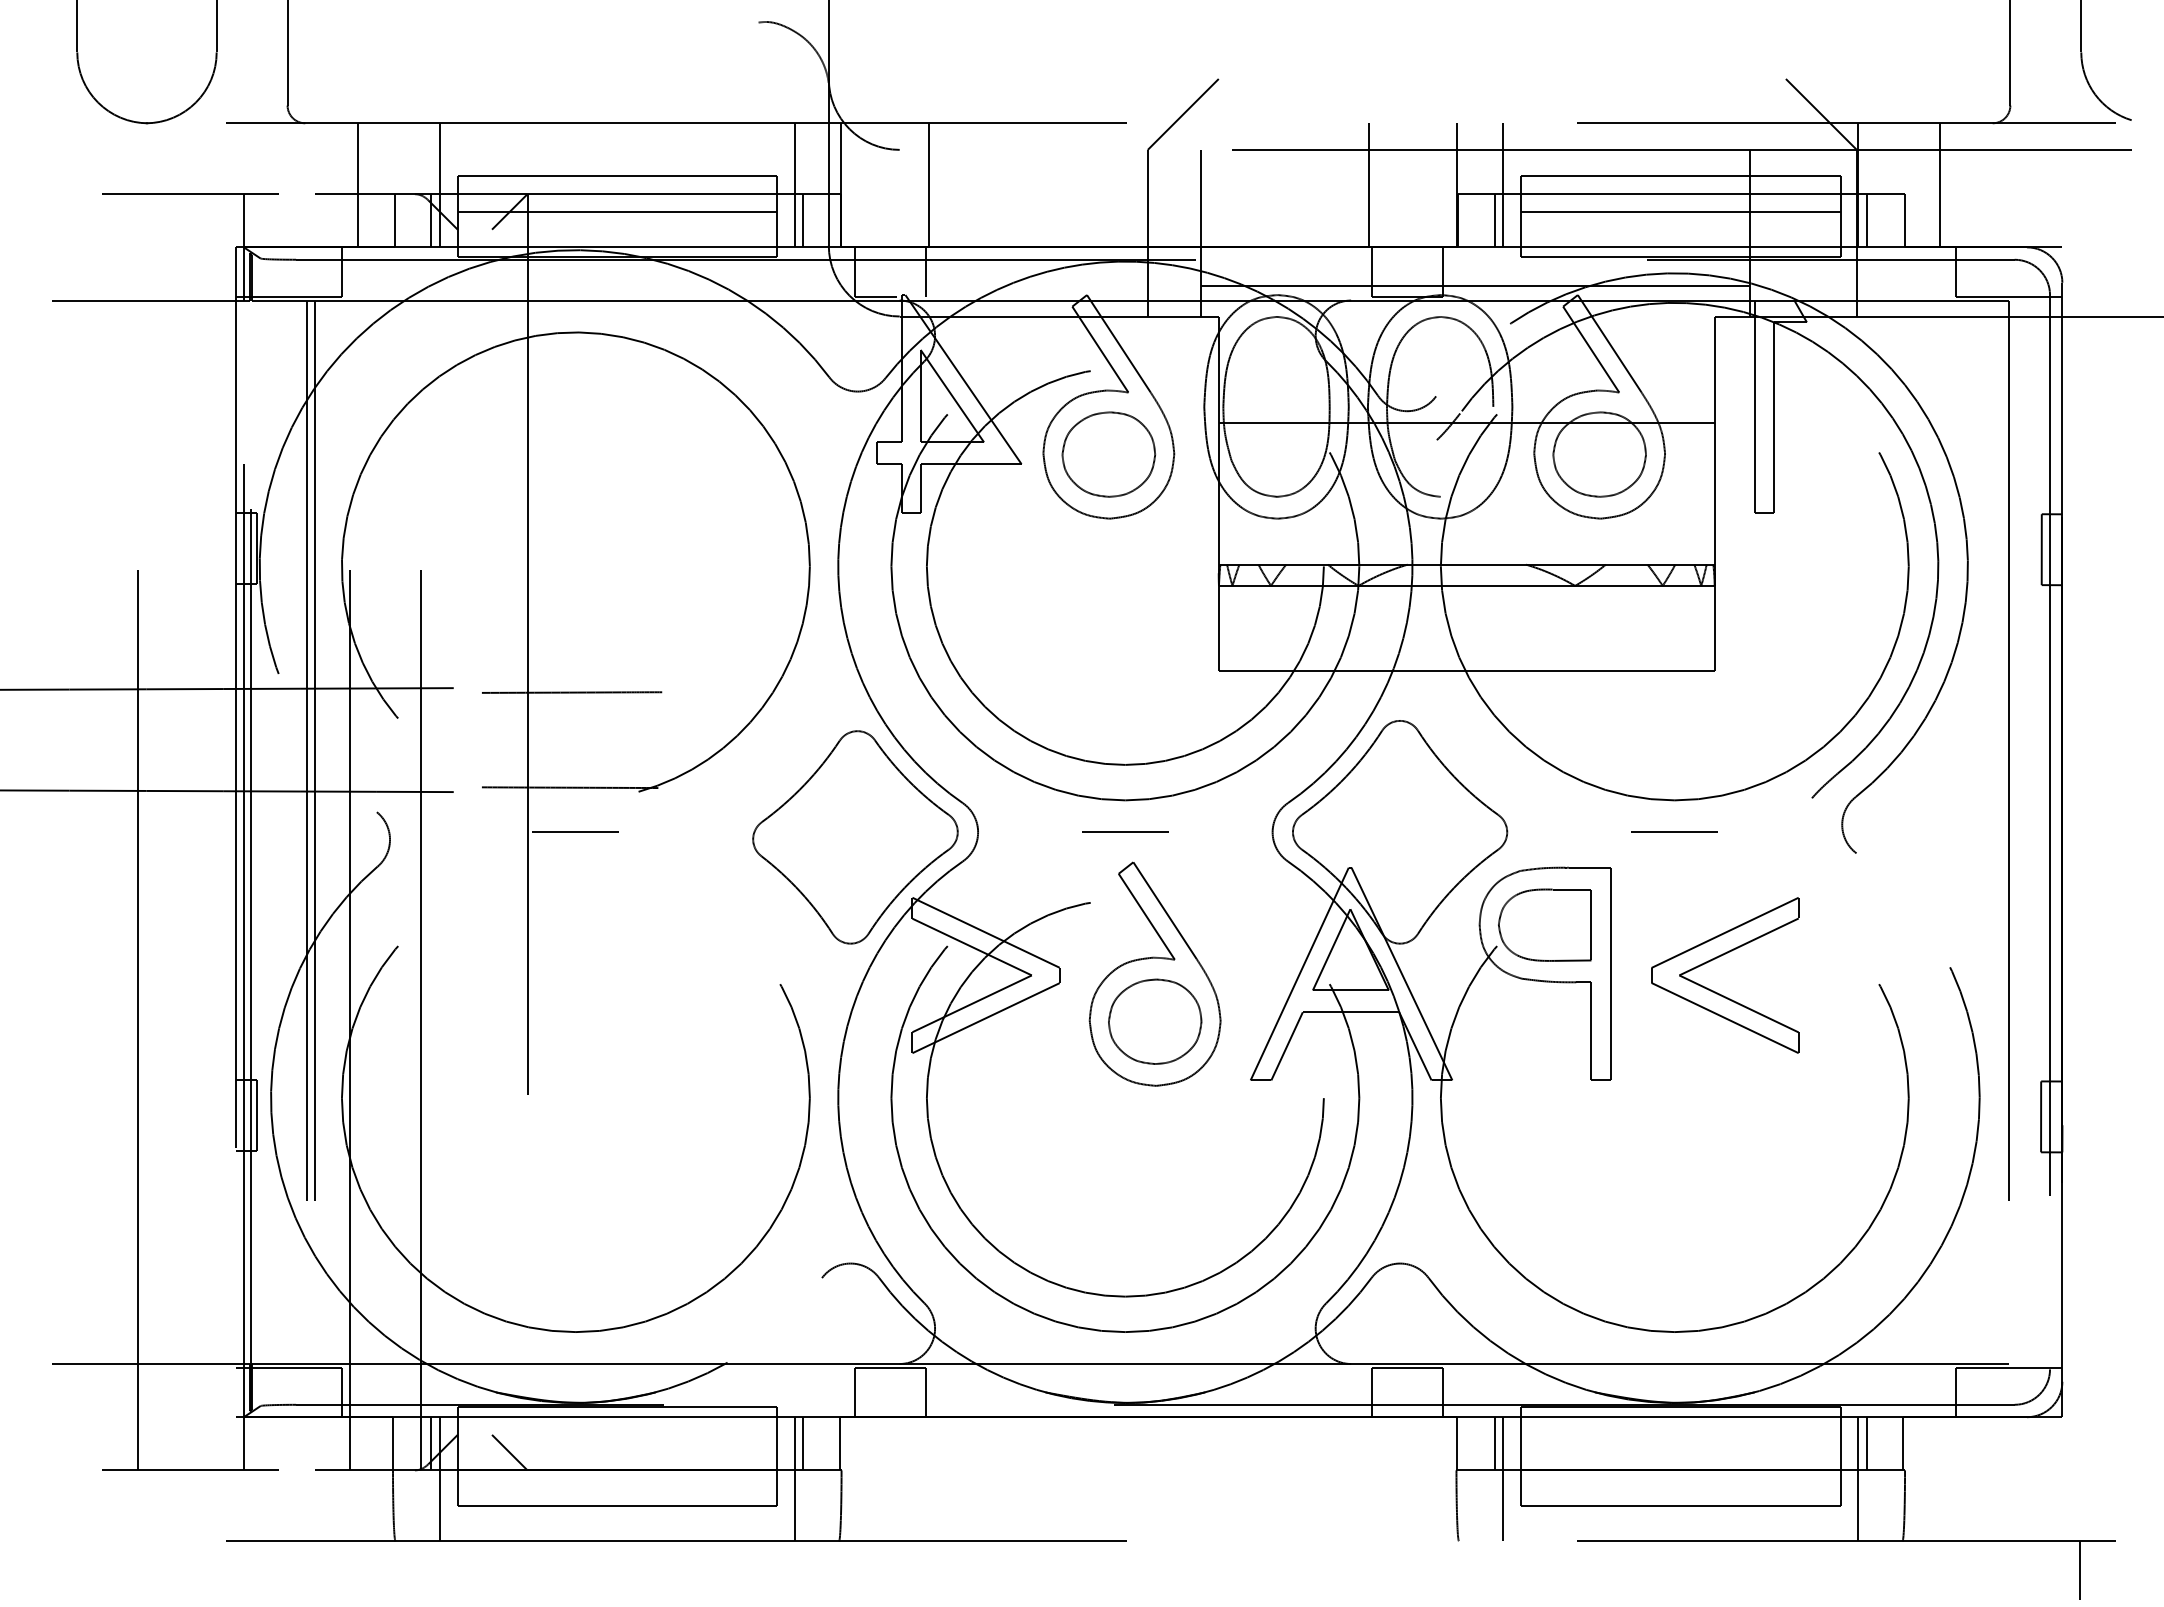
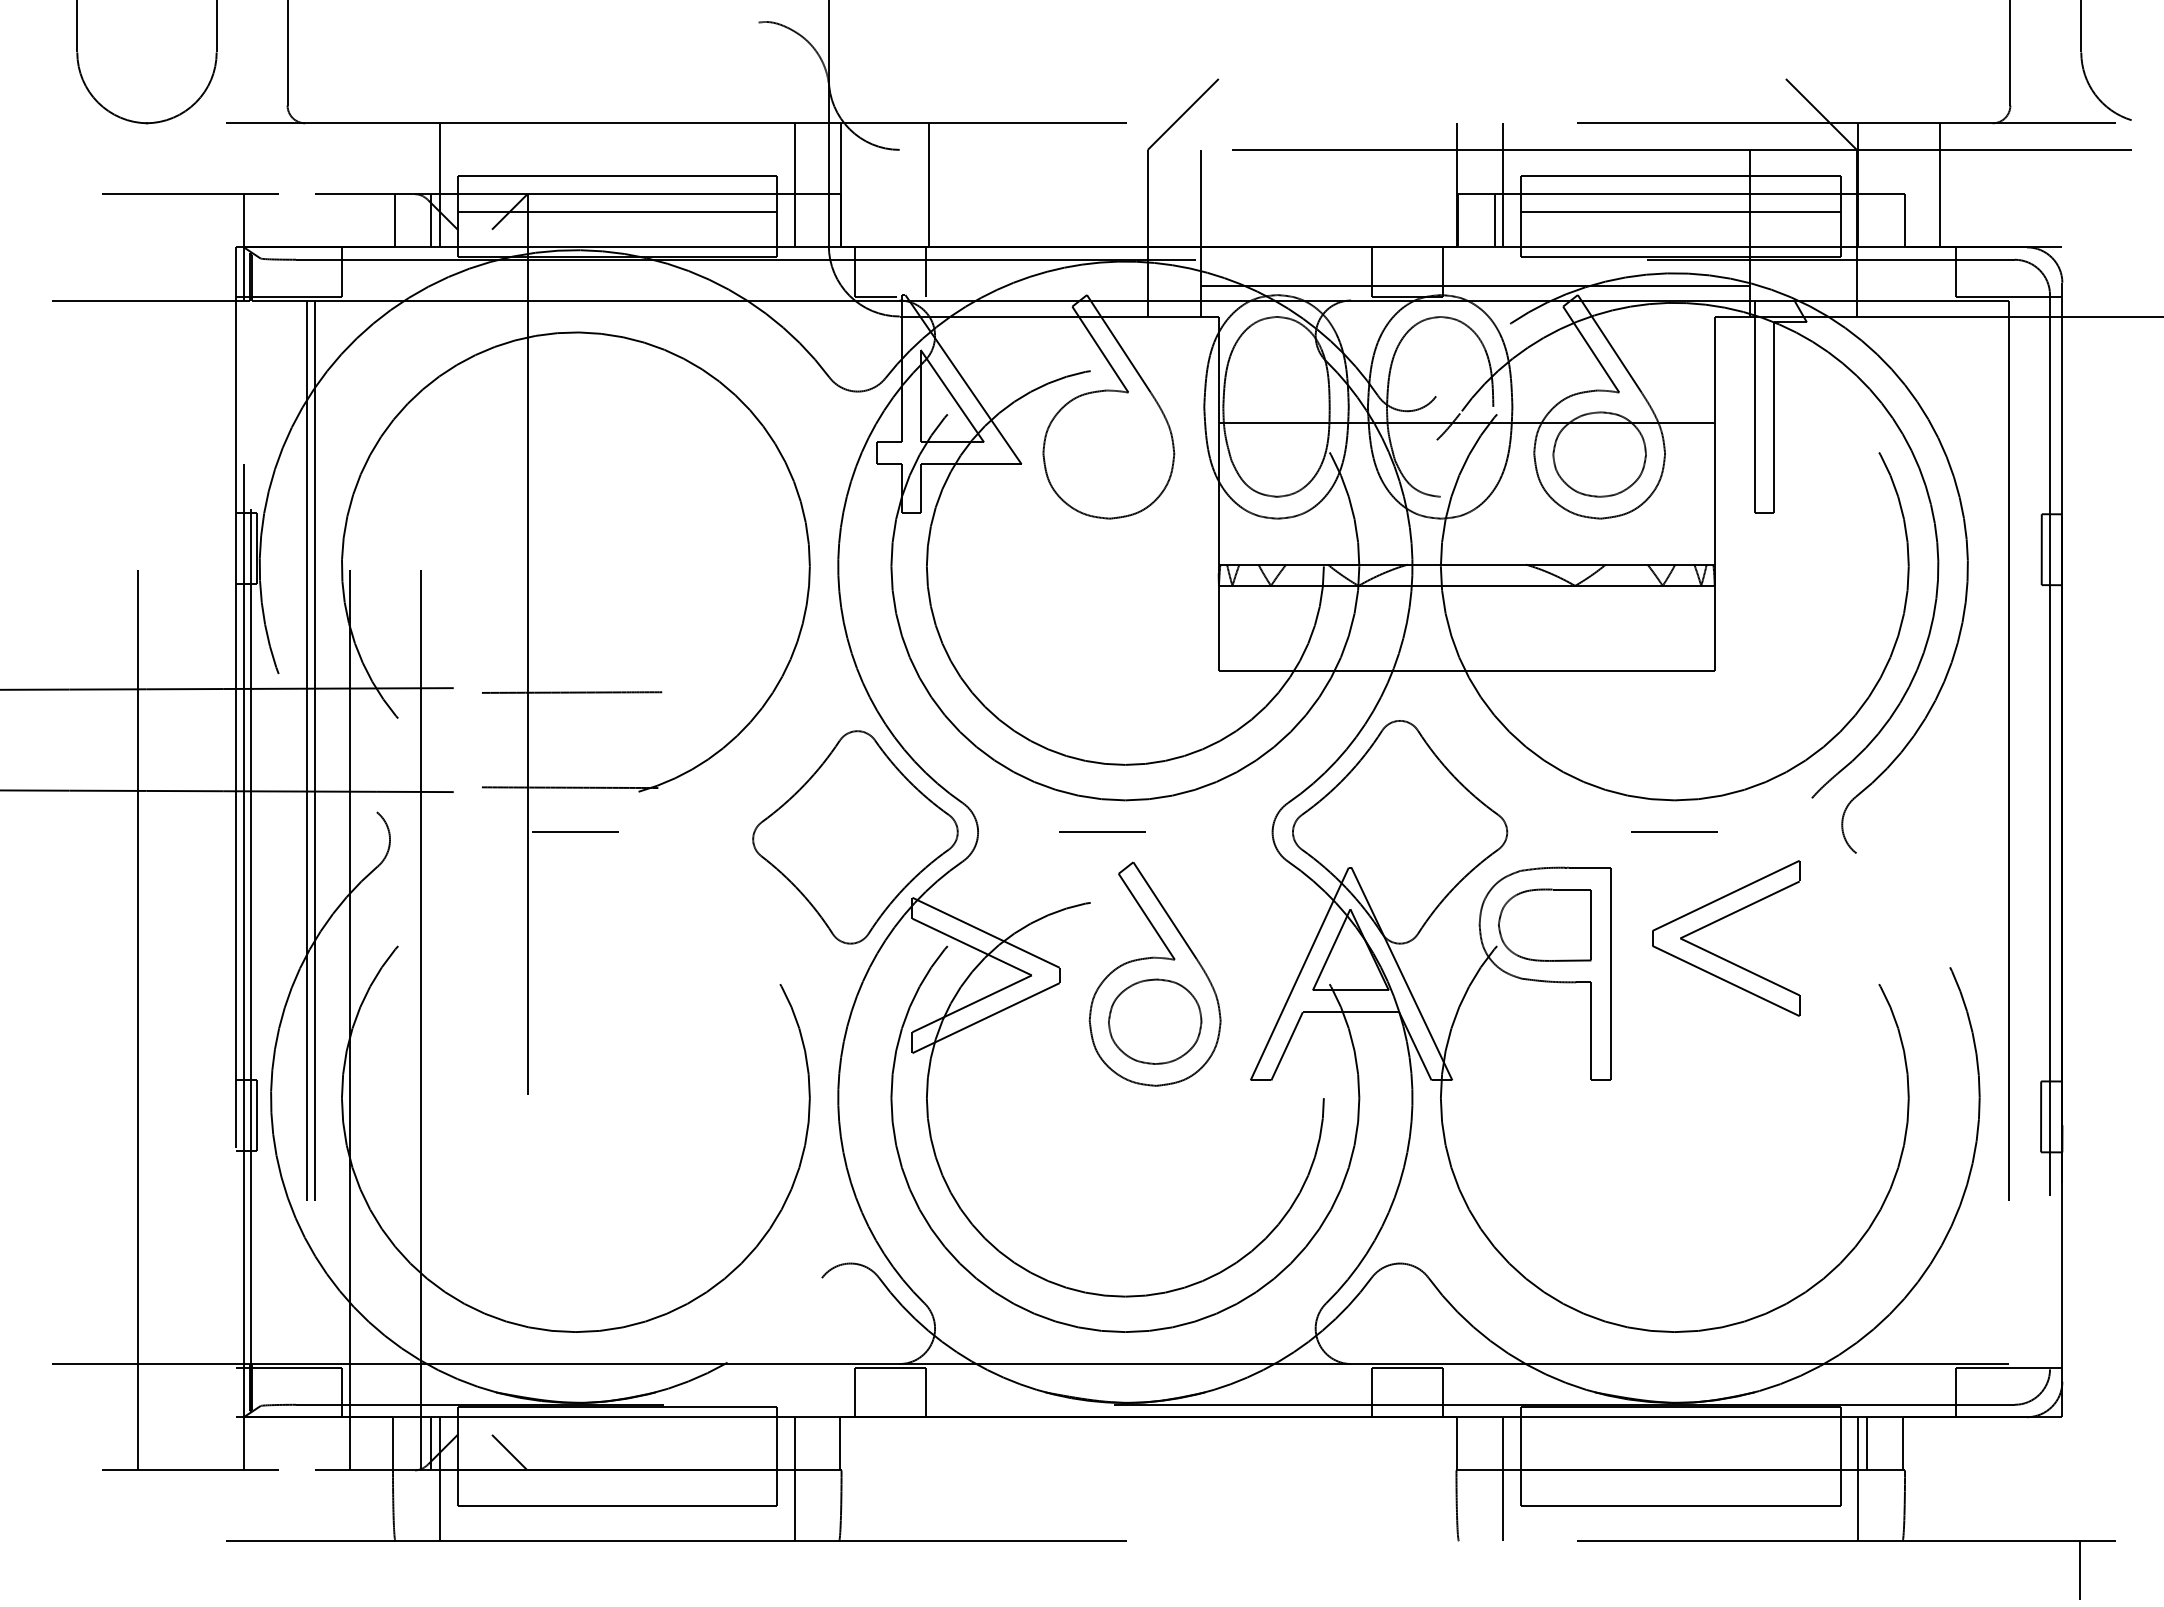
line at (358, 185): present -> none
line at (1368, 185): present -> none
line at (803, 220): present -> none
line at (1866, 220): present -> none
part at (1108, 454): present -> none
line at (1125, 831) position: (1125, 831) -> (1102, 831)
part at (1717, 958) position: (1717, 958) -> (1718, 921)
line at (803, 1443): present -> none
line at (1494, 1443): present -> none
